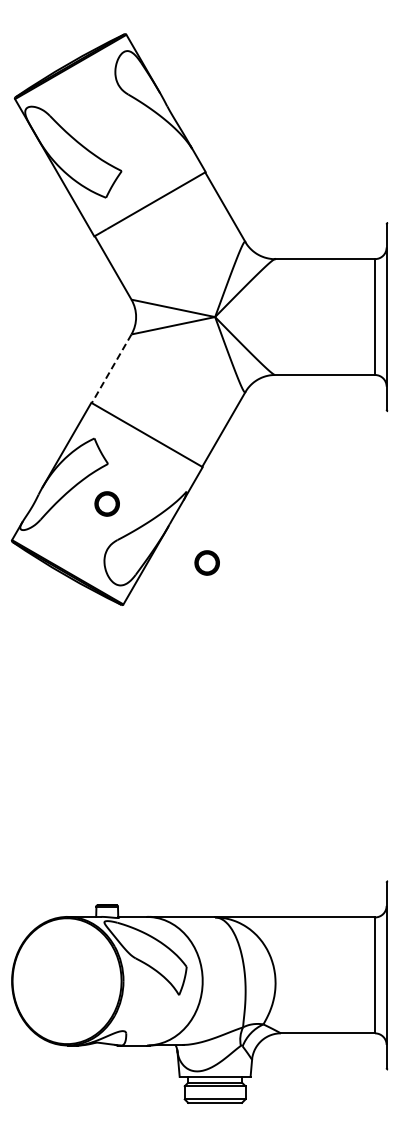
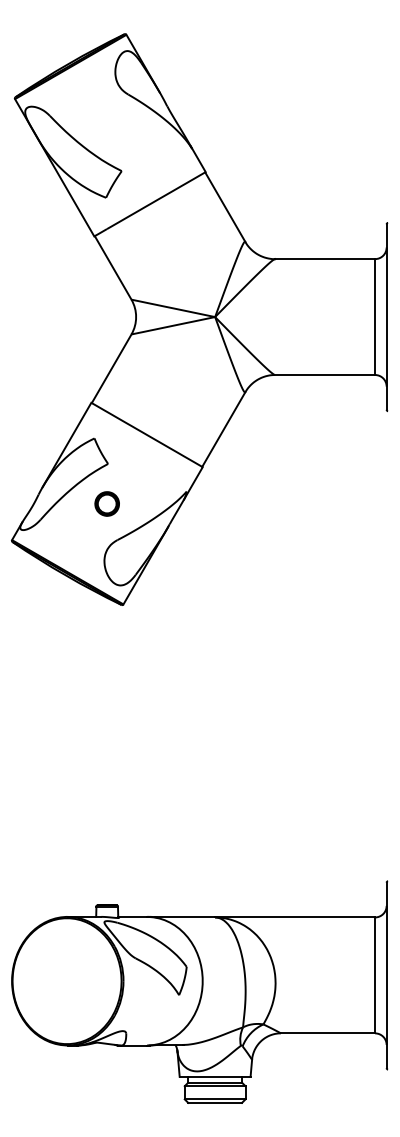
line at (111, 368): dashed -> solid
part at (206, 562): present -> none
